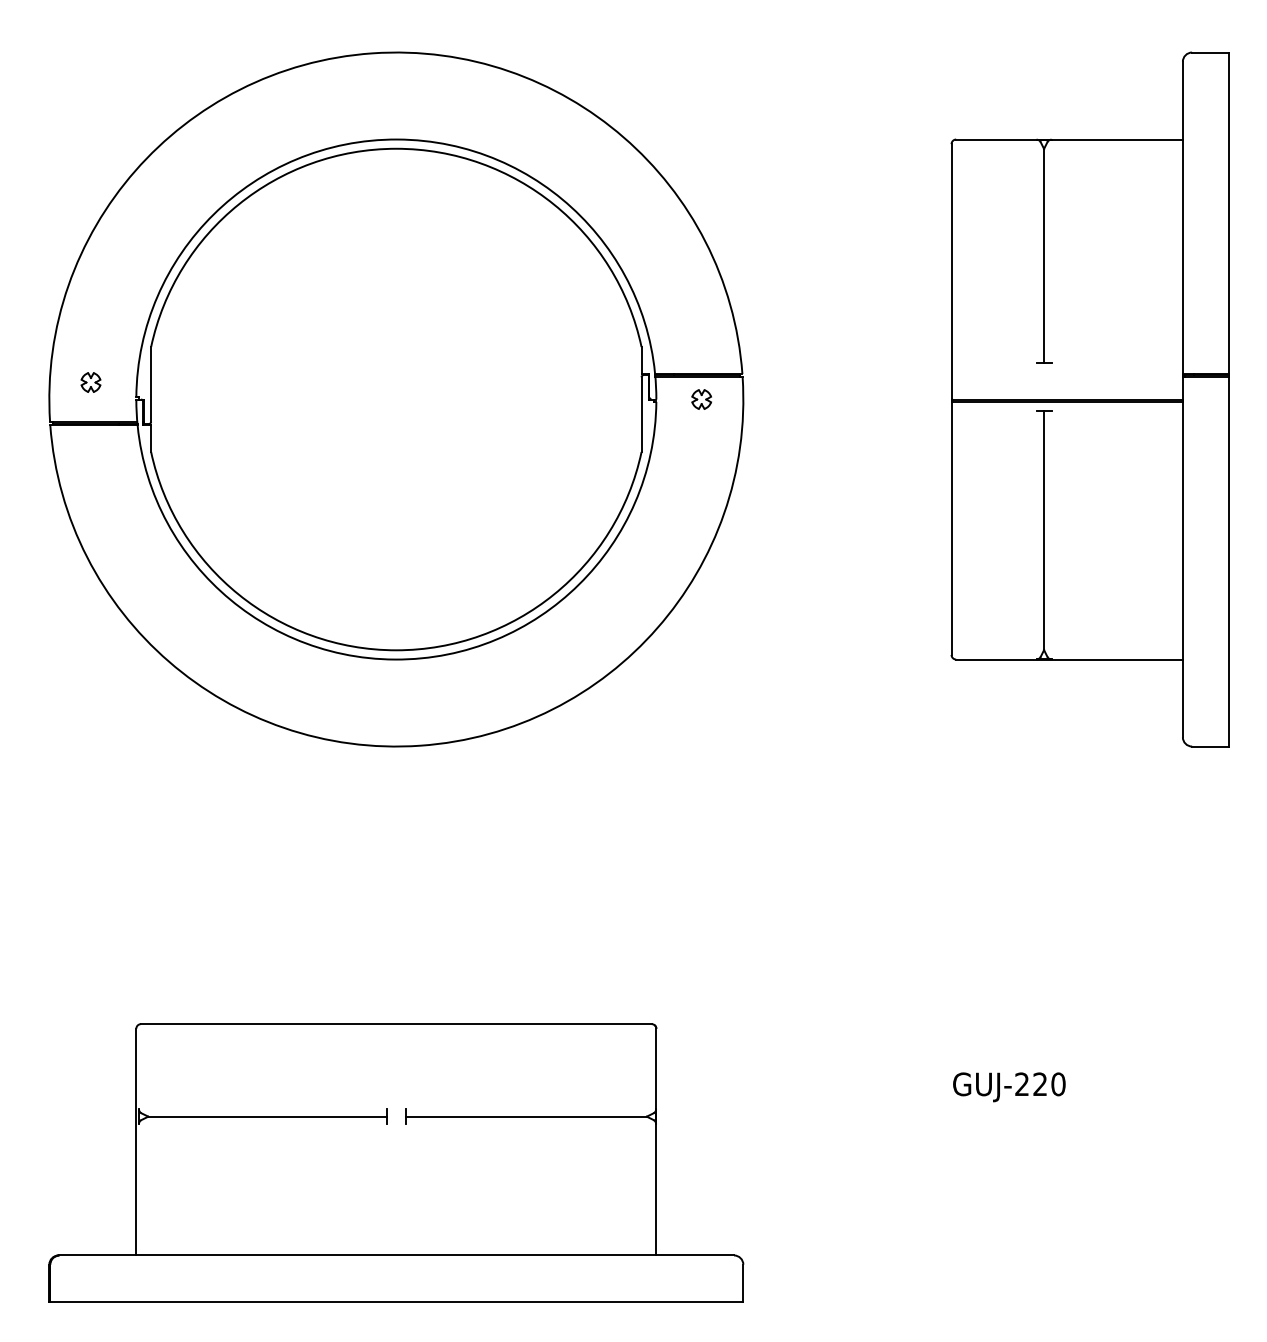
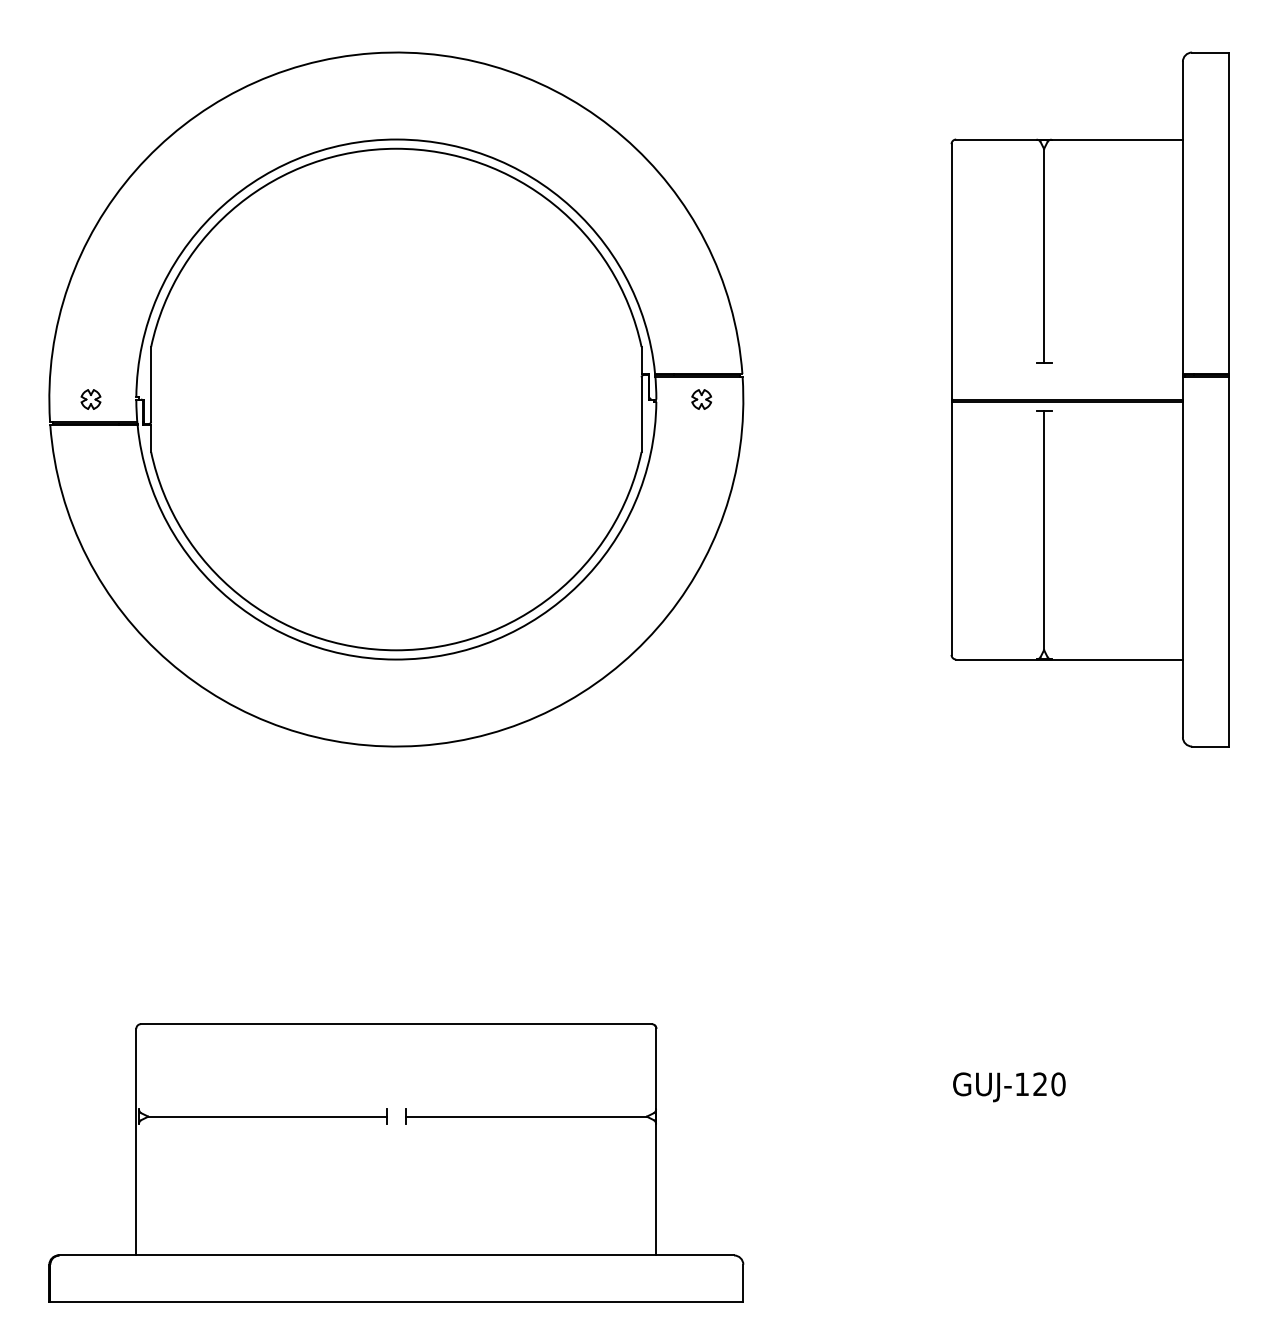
part at (90, 382) position: (90, 382) -> (90, 399)
text at (1021, 1083): GUJ-220 -> GUJ-120
